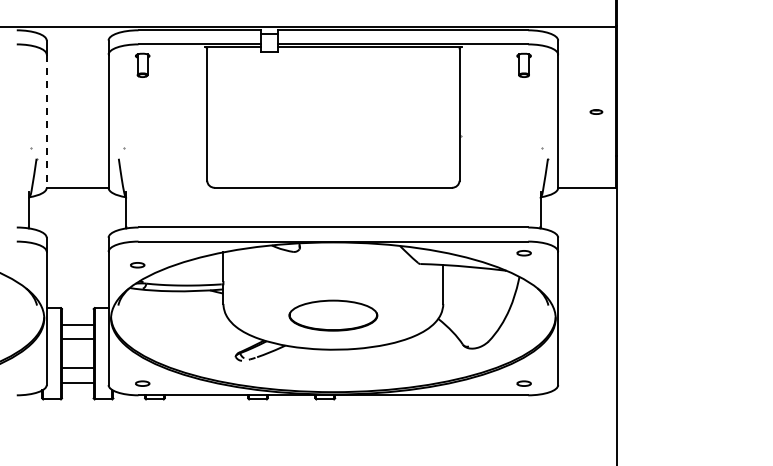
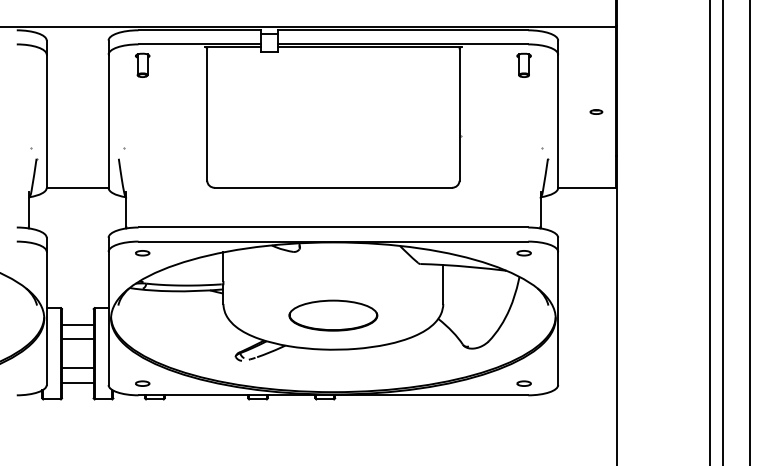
line at (46, 121): dashed -> solid
line at (710, 232): none -> present
line at (723, 232): none -> present
line at (749, 232): none -> present
part at (137, 265) position: (137, 265) -> (142, 253)
